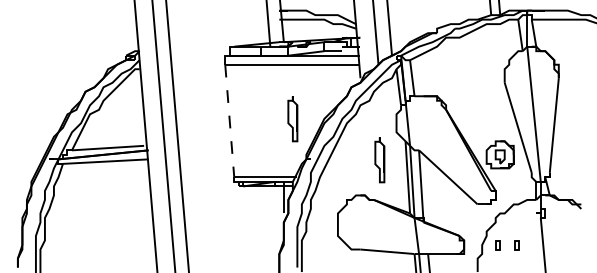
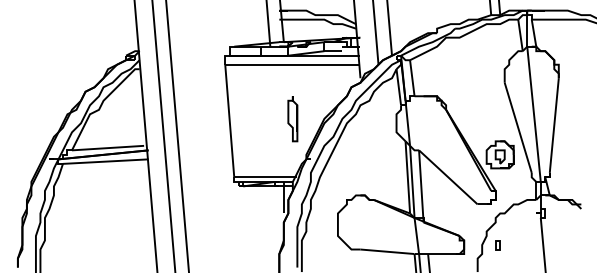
line at (229, 121): dashed -> solid
part at (379, 160): present -> none
part at (516, 245): present -> none
